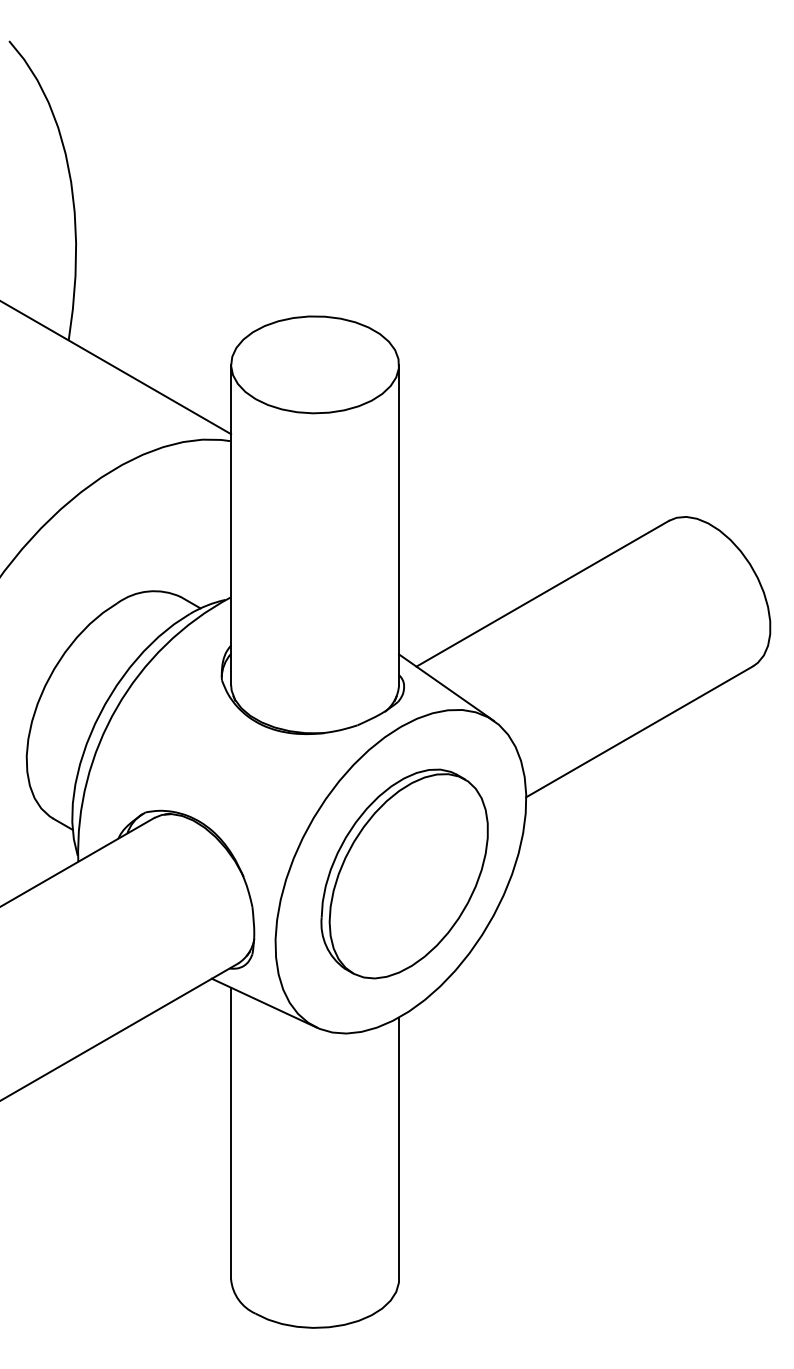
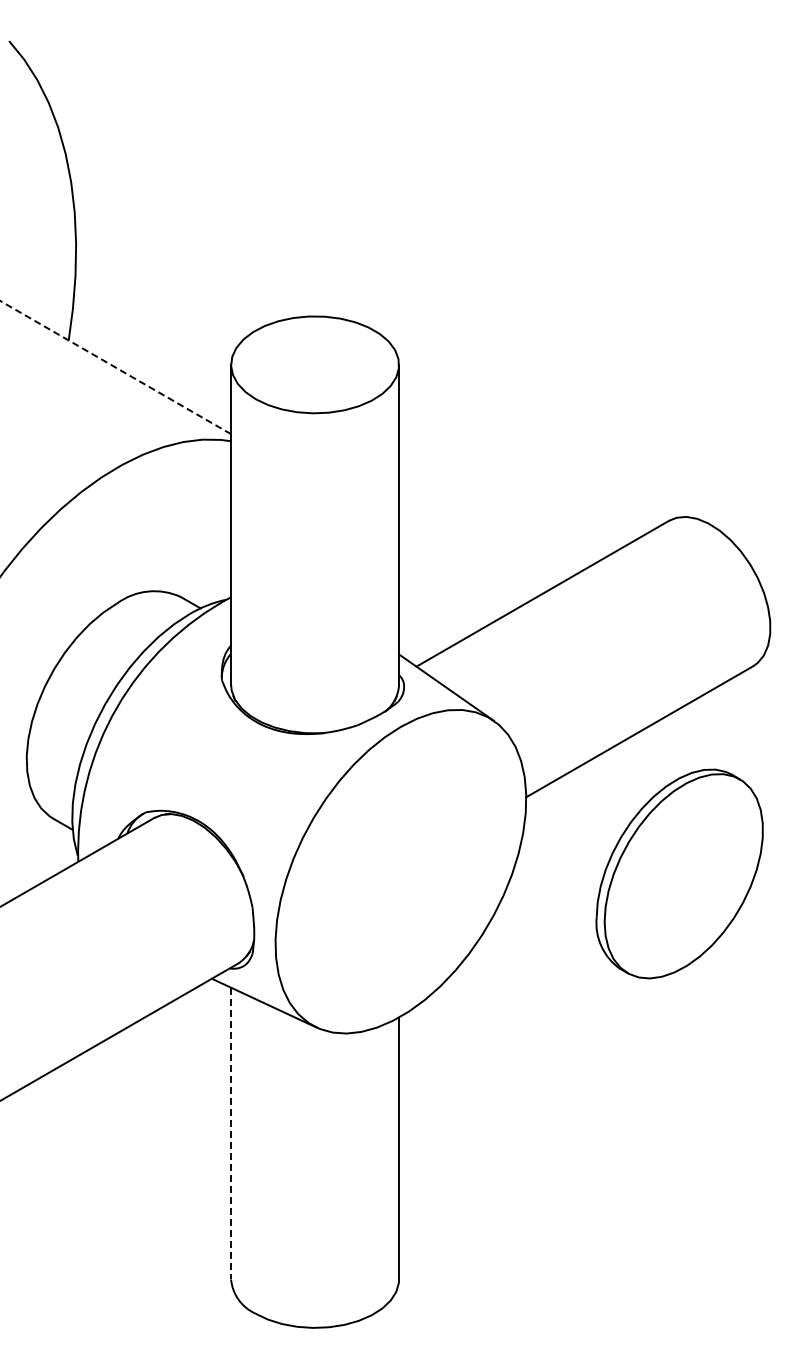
line at (115, 367): solid -> dashed
part at (404, 873) position: (404, 873) -> (679, 873)
line at (231, 1133): solid -> dashed
